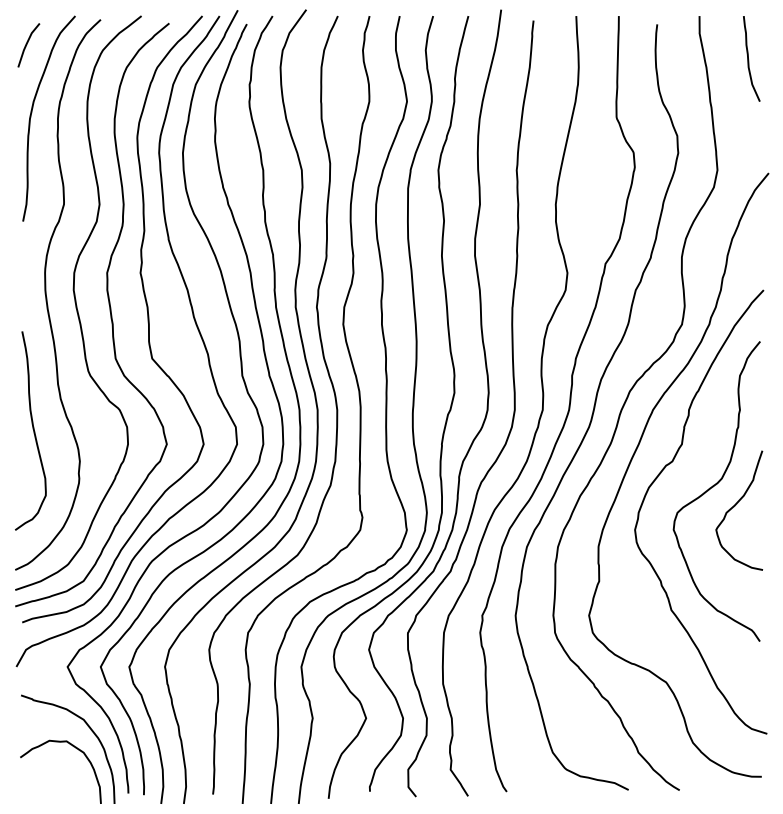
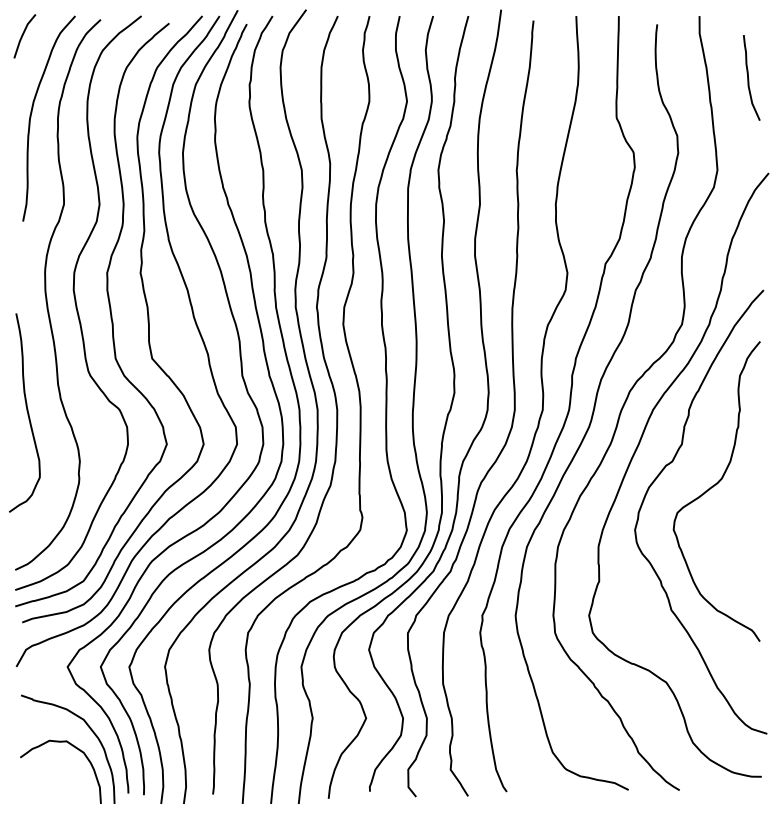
line at (27, 44) position: (27, 44) -> (23, 35)
curve at (749, 60) position: (749, 60) -> (749, 79)
curve at (32, 429) position: (32, 429) -> (26, 411)
curve at (735, 506): present -> none
